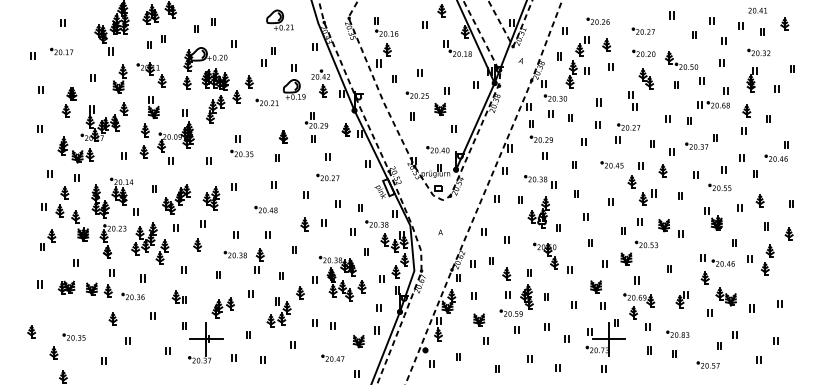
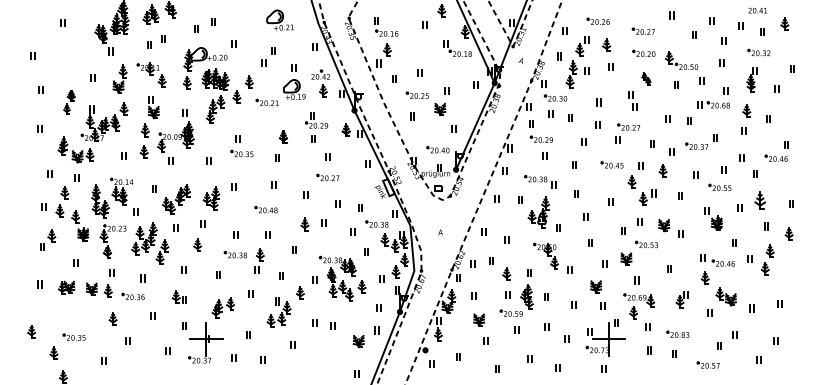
part at (61, 51): present -> none
part at (646, 78) size: 17x22 px -> 11x14 px
part at (69, 102) size: 17x31 px -> 13x25 px
part at (759, 200) size: 10x14 px -> 13x19 px
part at (332, 357): present -> none
